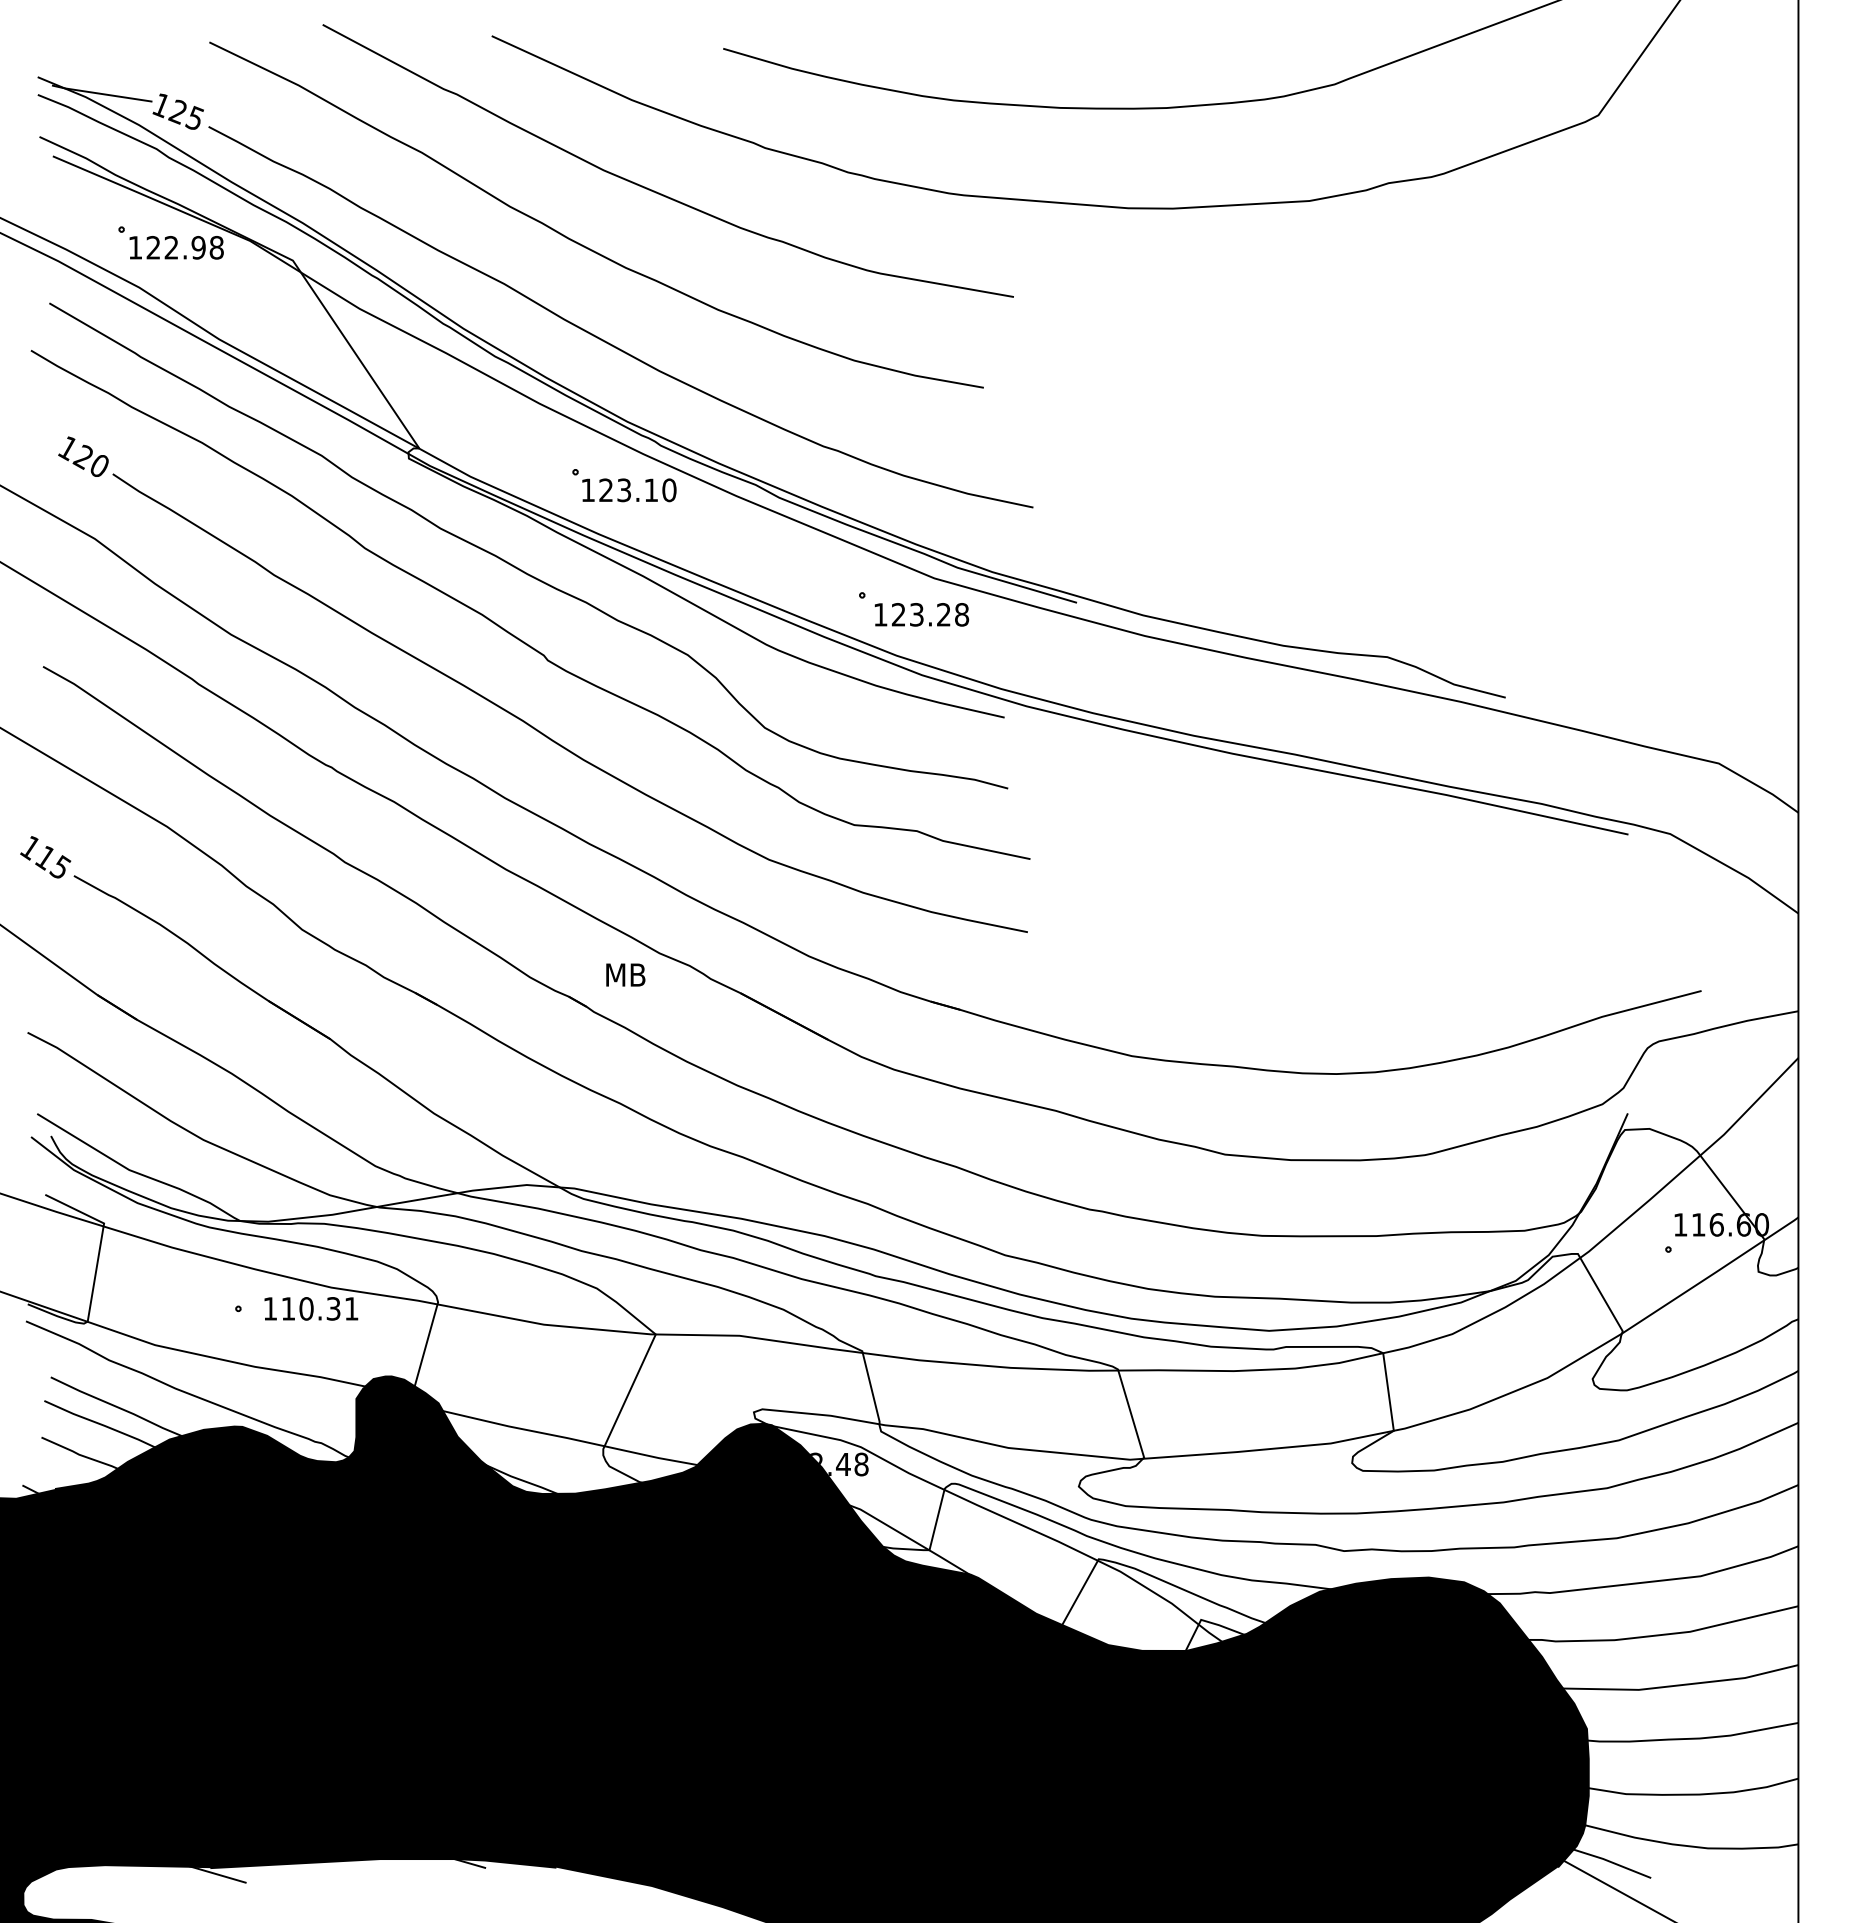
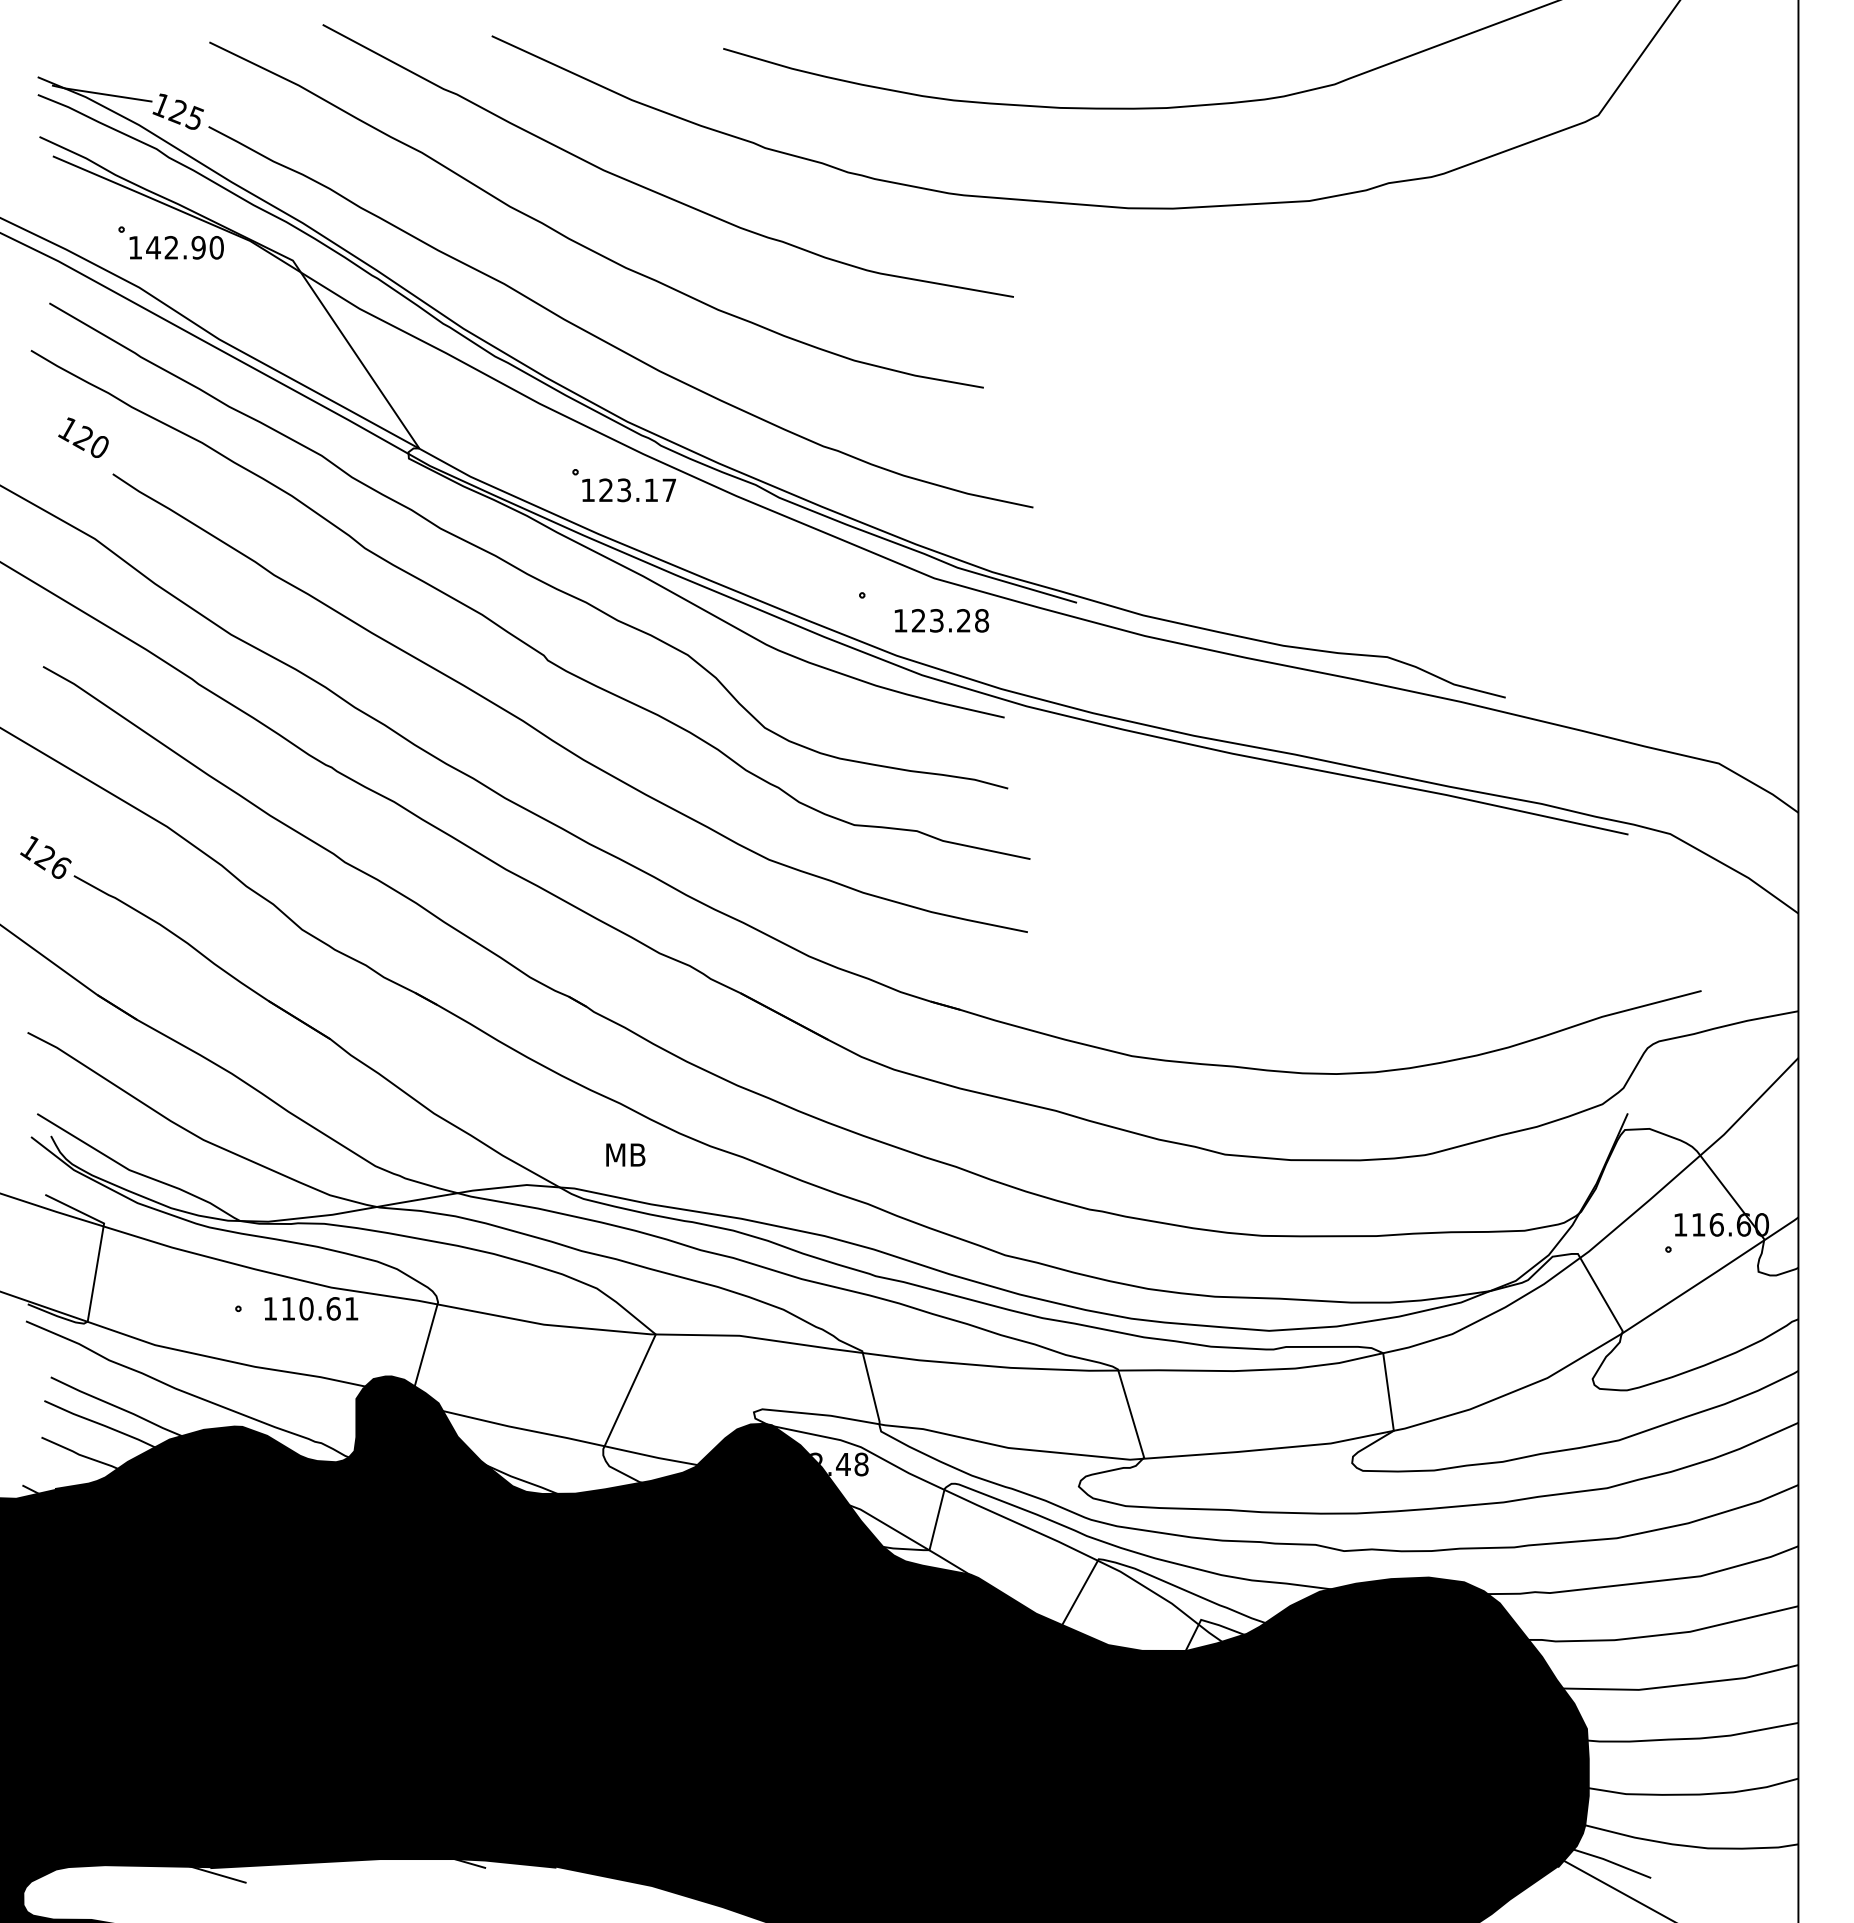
text at (184, 247): 122.98 -> 142.90
text at (83, 456) position: (83, 456) -> (83, 437)
text at (669, 490): 123.10 -> 123.17
text at (921, 614) position: (921, 614) -> (941, 620)
text at (52, 861): 115 -> 126
text at (625, 974) position: (625, 974) -> (625, 1154)
text at (333, 1308): 110.31 -> 110.61
